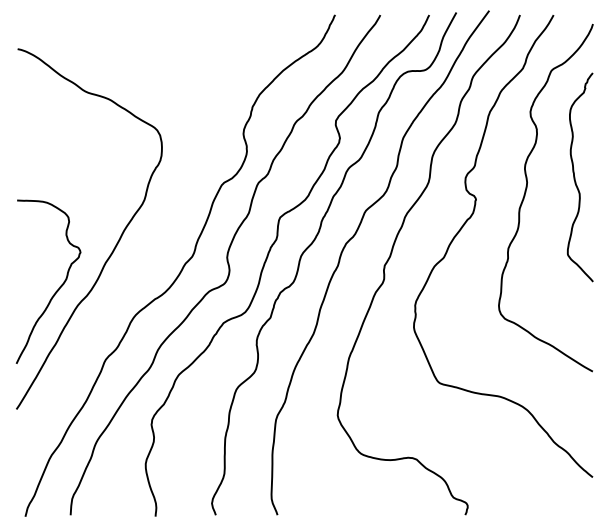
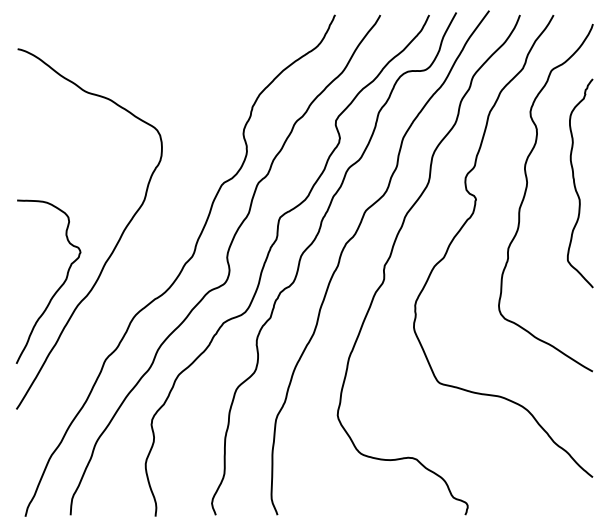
curve at (575, 177) position: (575, 177) -> (575, 183)
